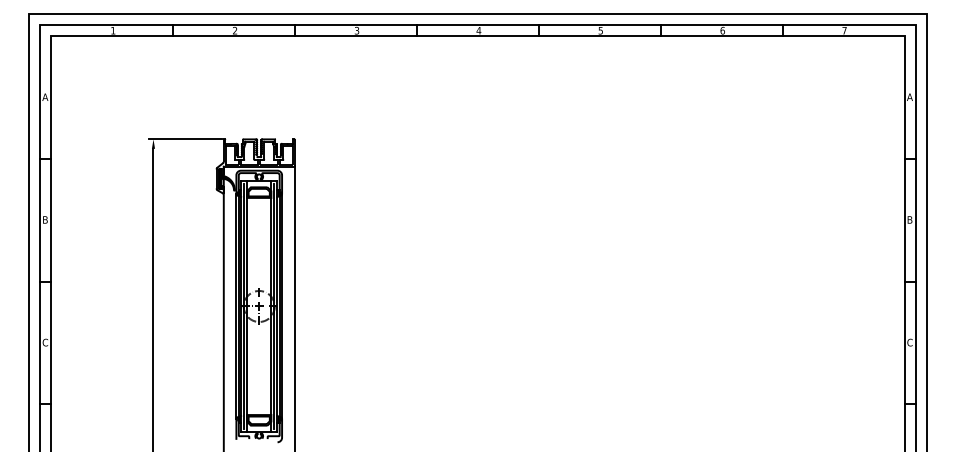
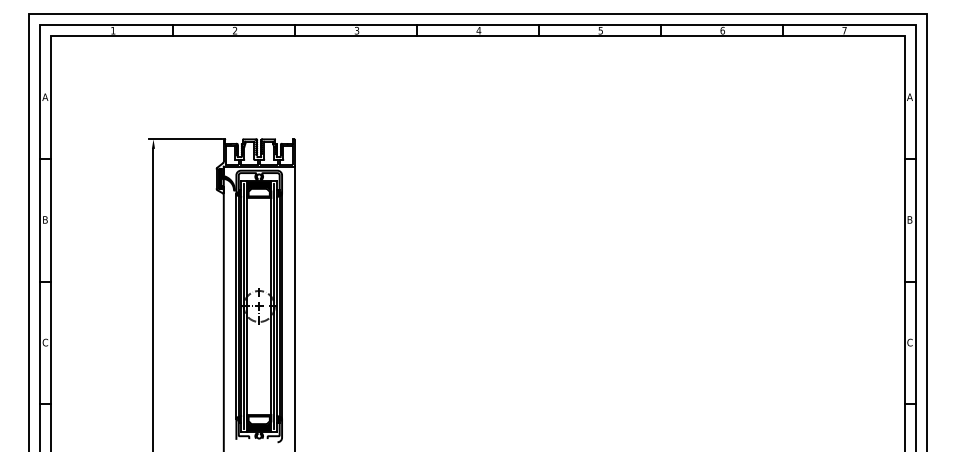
fill at (259, 186): none -> present
fill at (259, 426): none -> present
